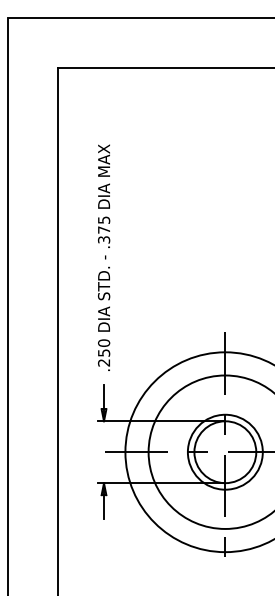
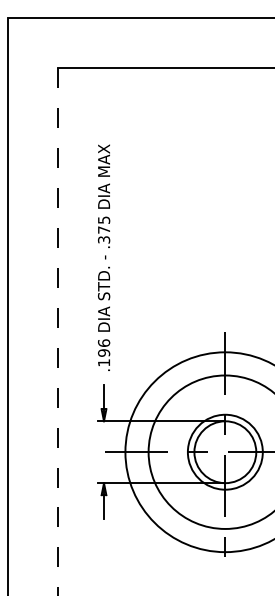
line at (58, 331): solid -> dashed
text at (103, 352): .250 -> .196
